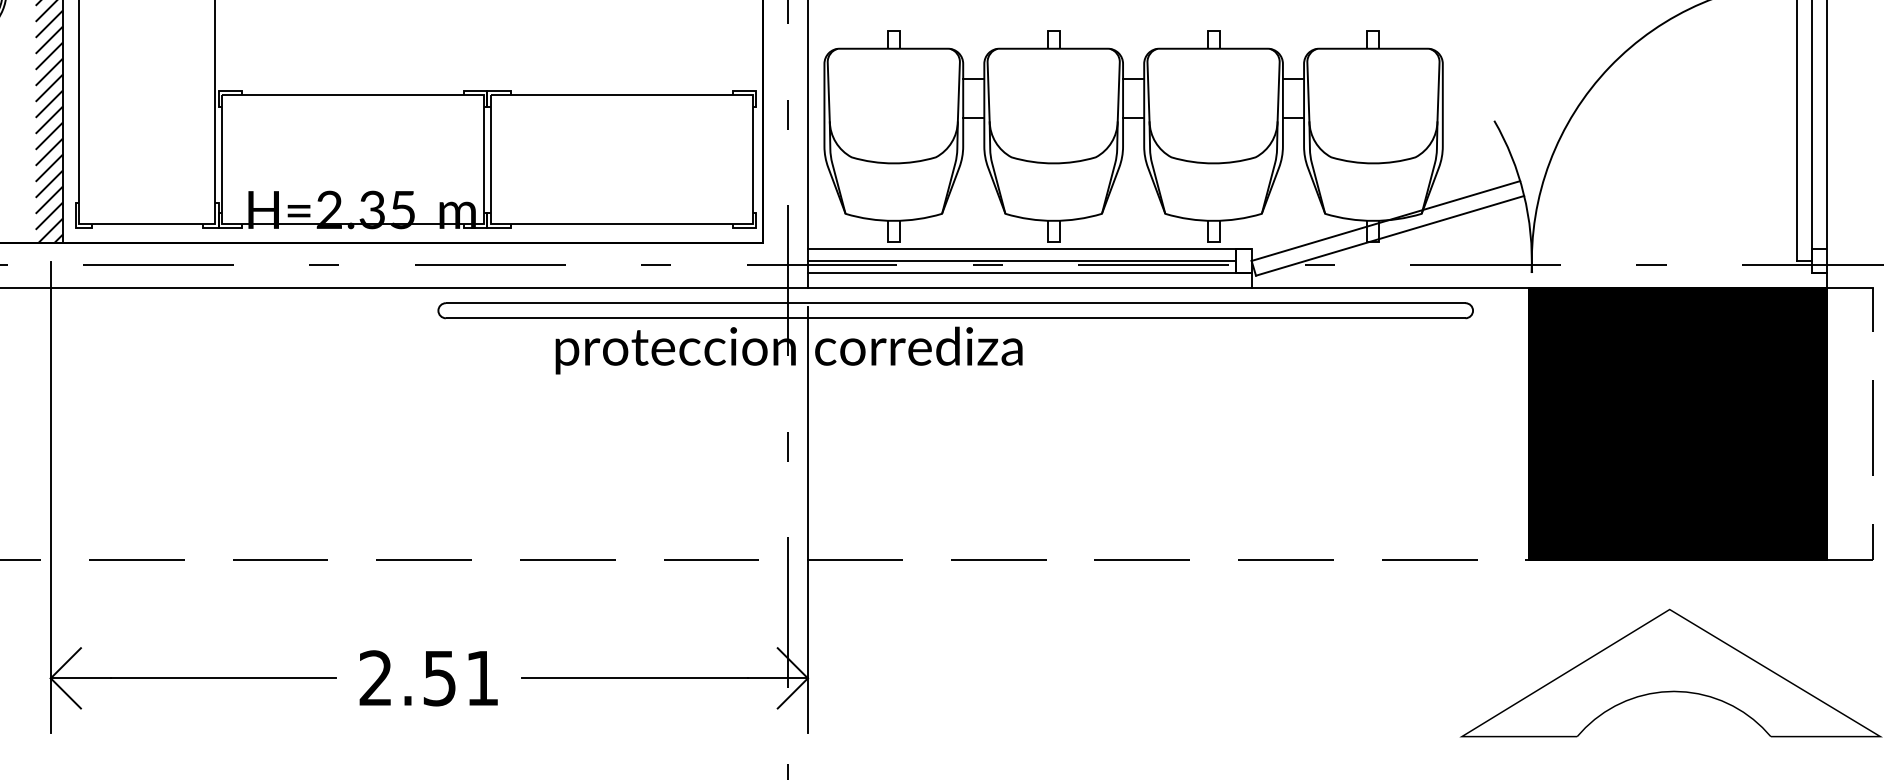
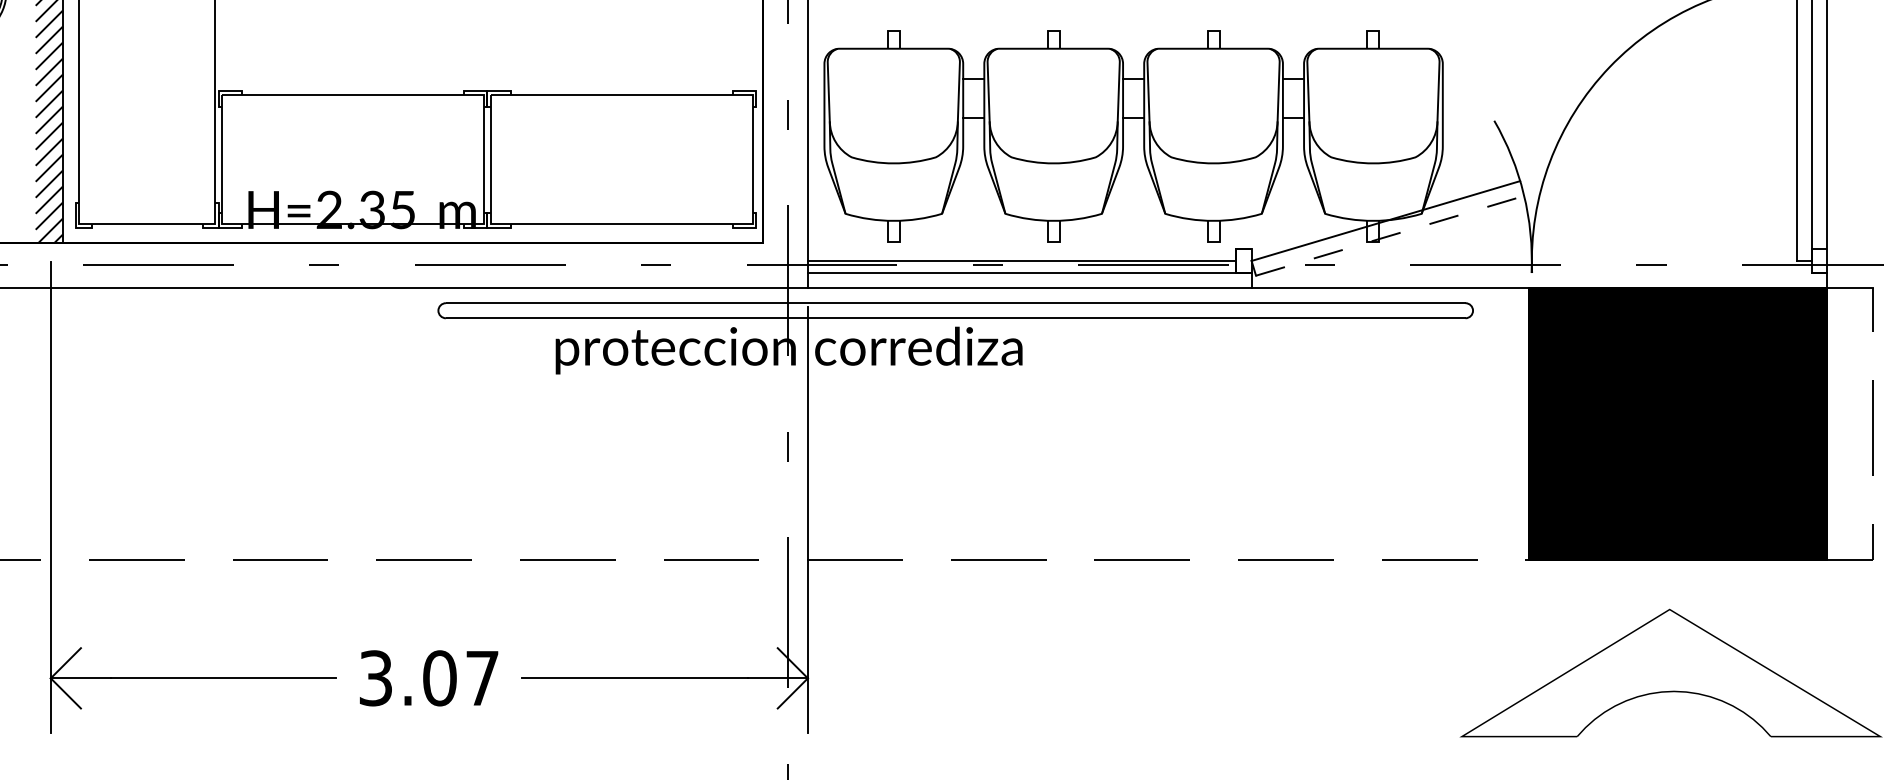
line at (1390, 235): solid -> dashed
line at (1021, 248): present -> none
text at (428, 678): 2.51 -> 3.07
